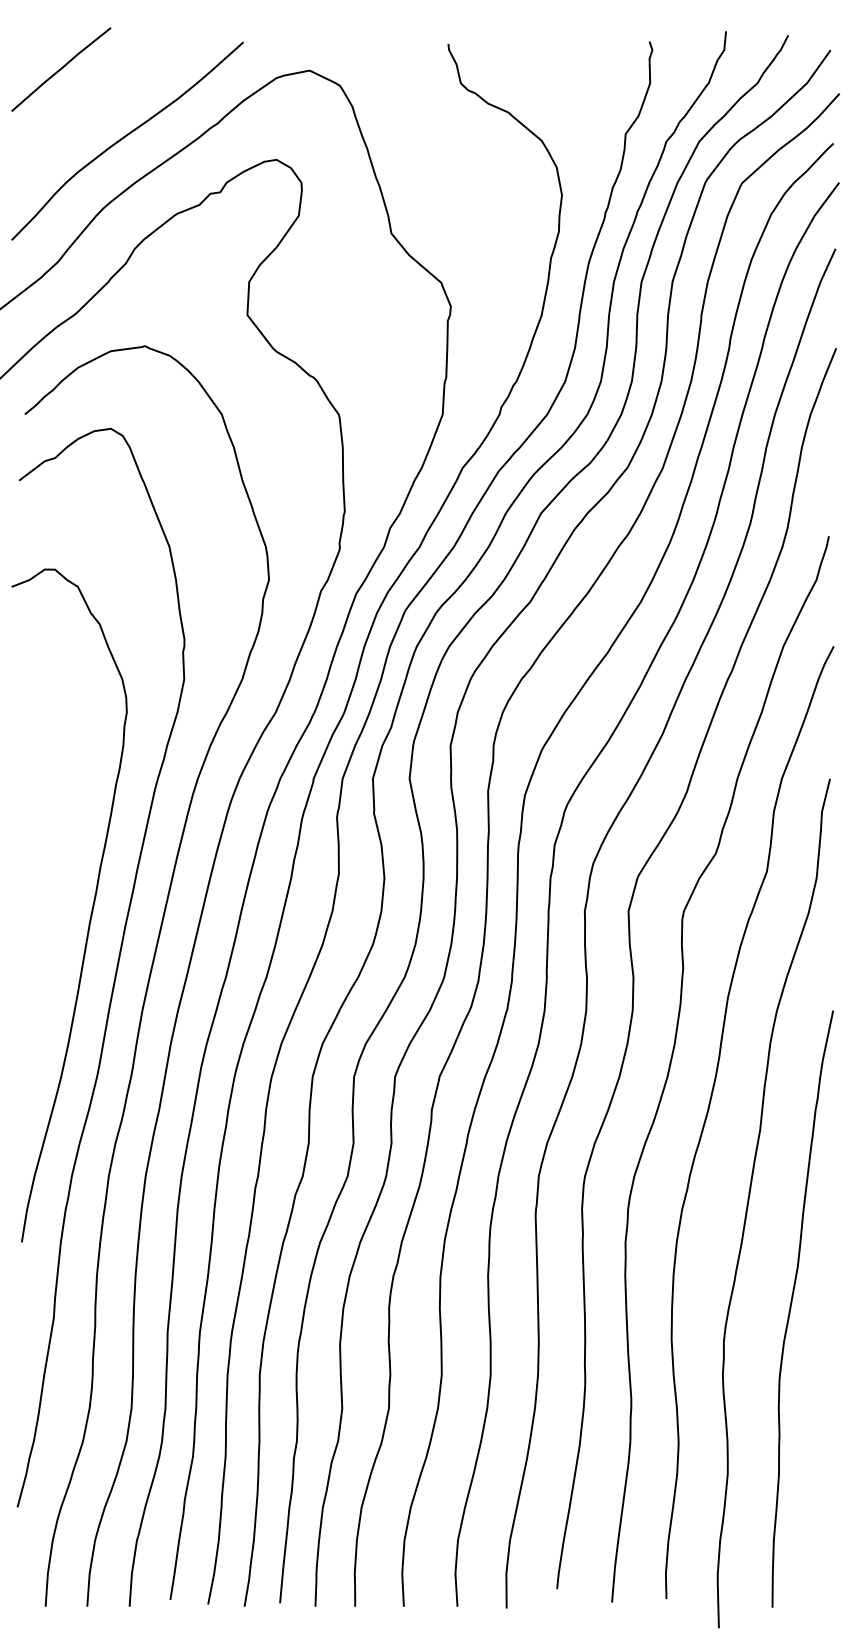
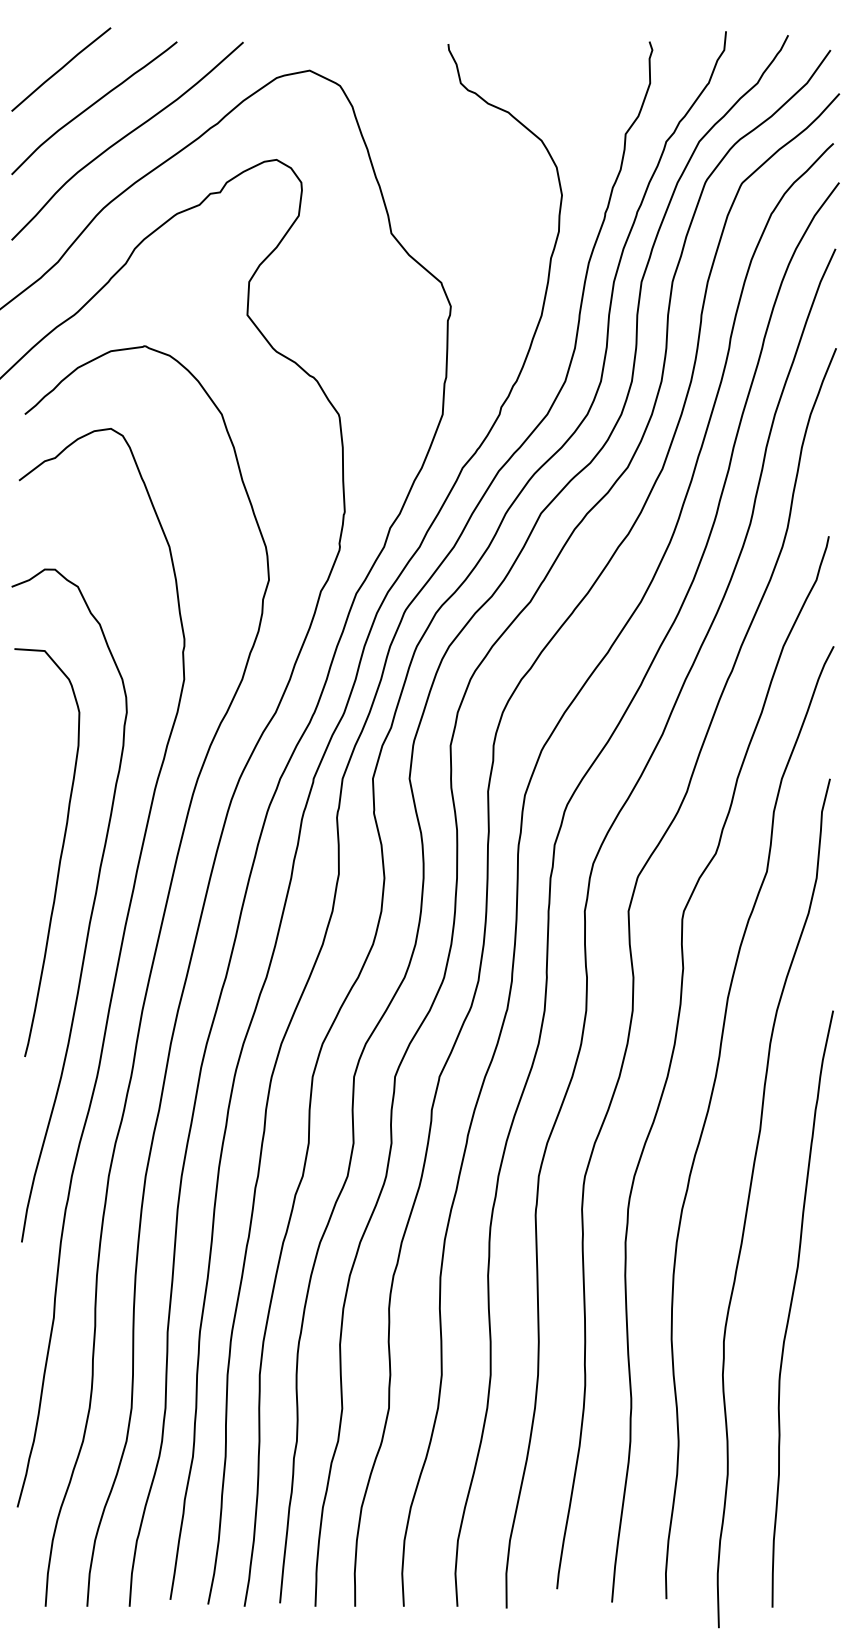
curve at (92, 106): none -> present
curve at (60, 852): none -> present
